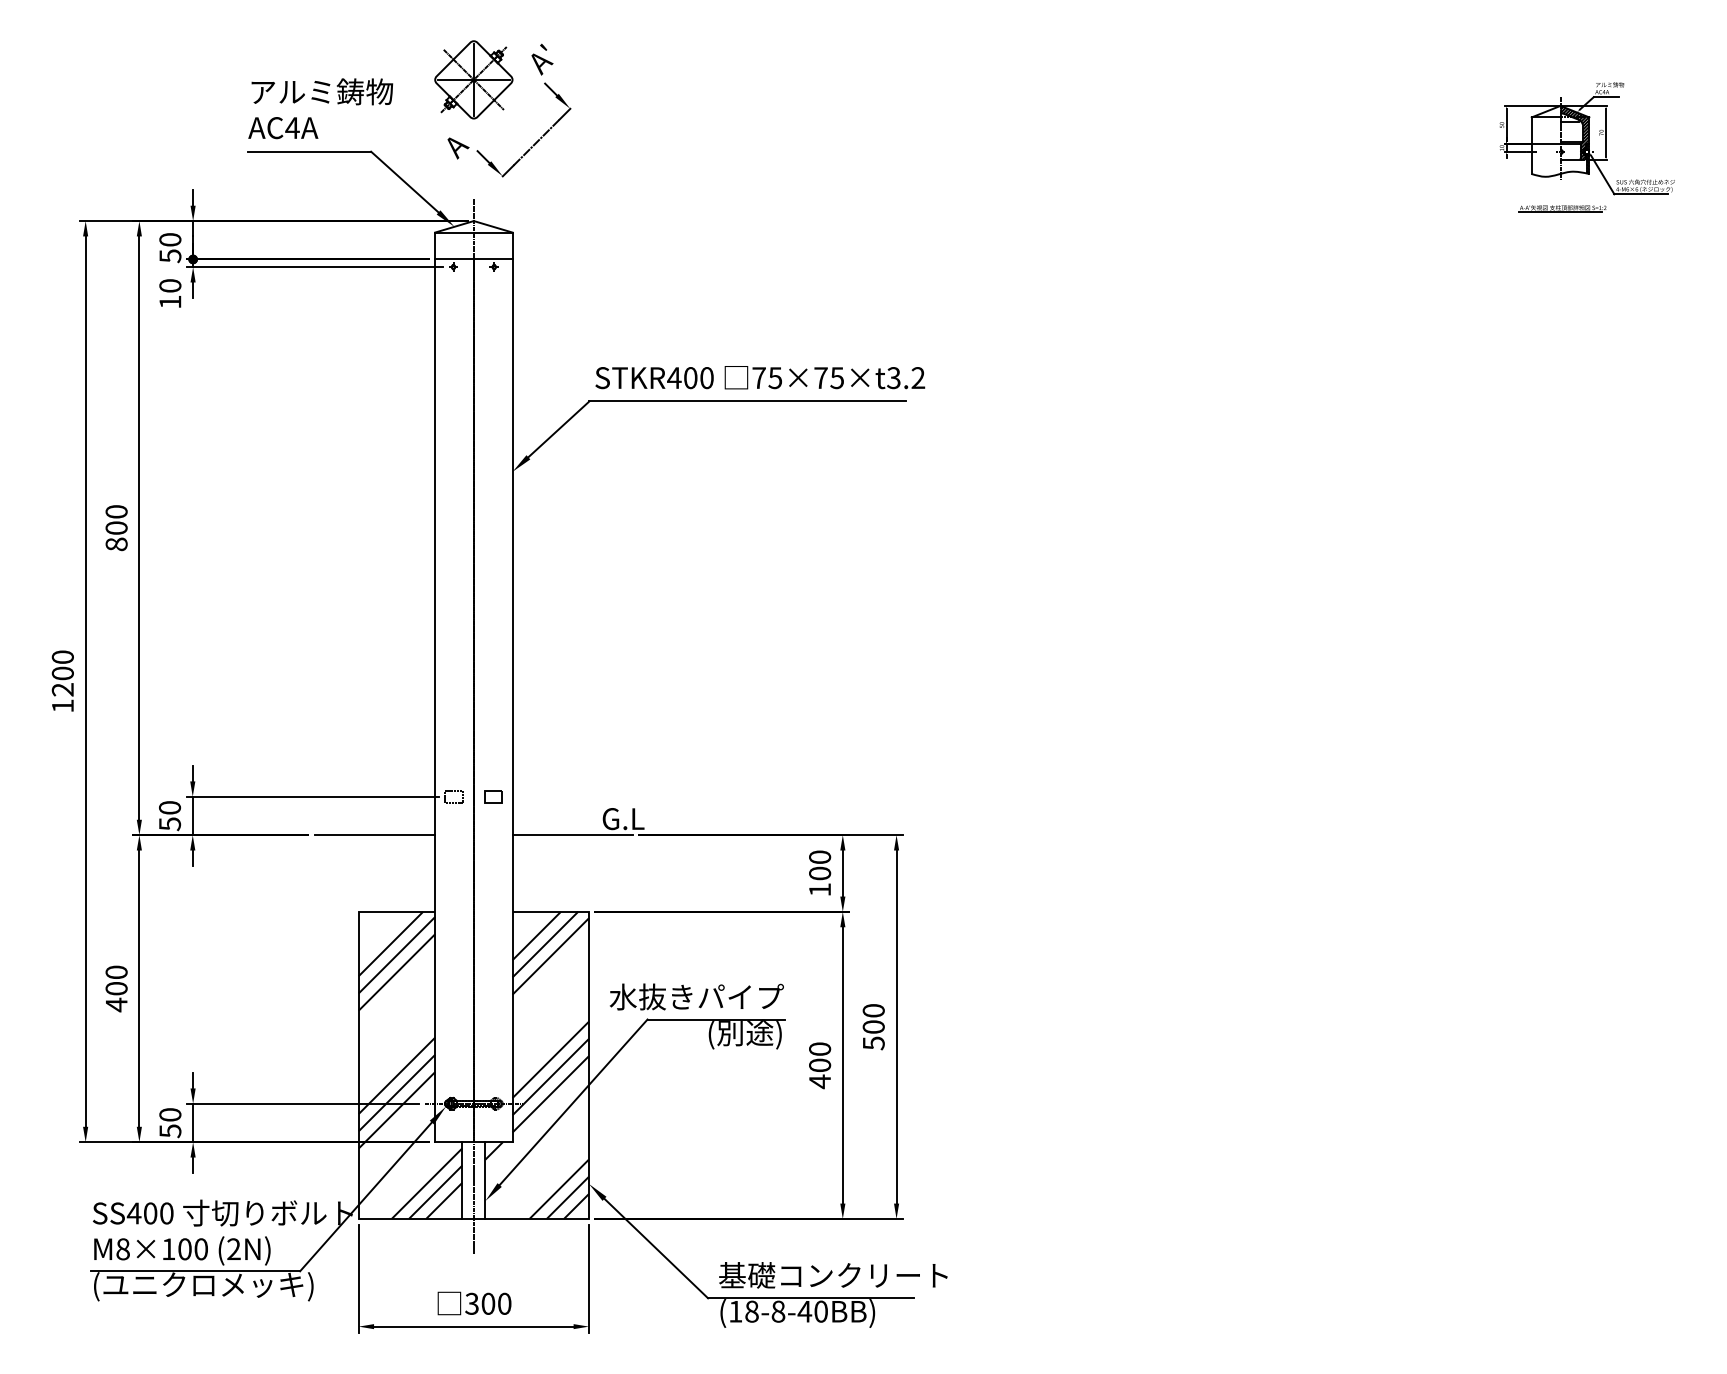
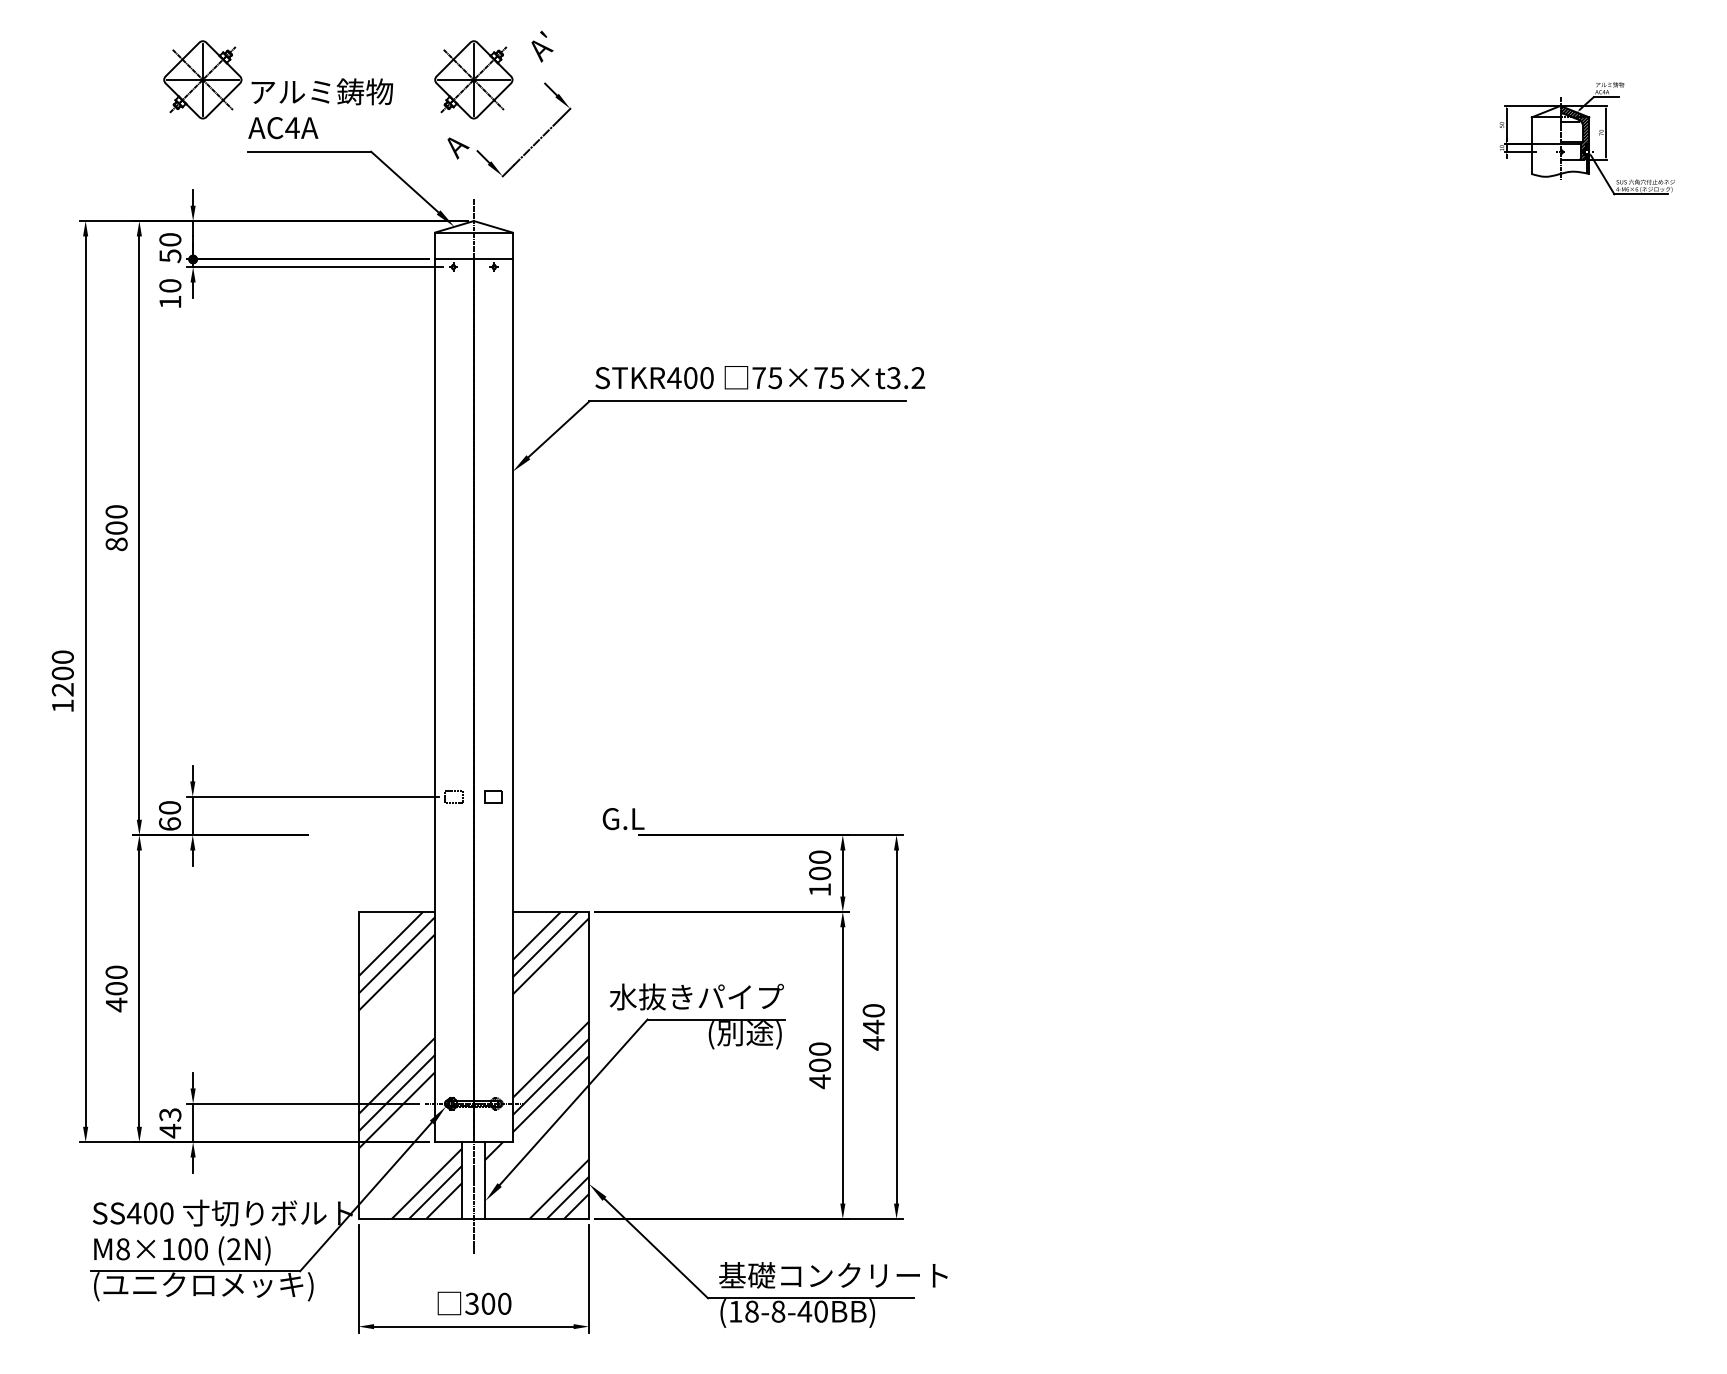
text at (542, 59) position: (542, 59) -> (542, 46)
part at (202, 79): none -> present
part at (1562, 208): present -> none
text at (170, 824): 50 -> 60
line at (374, 835): present -> none
line at (572, 835): present -> none
text at (873, 1034): 500 -> 440
text at (170, 1123): 50 -> 43
